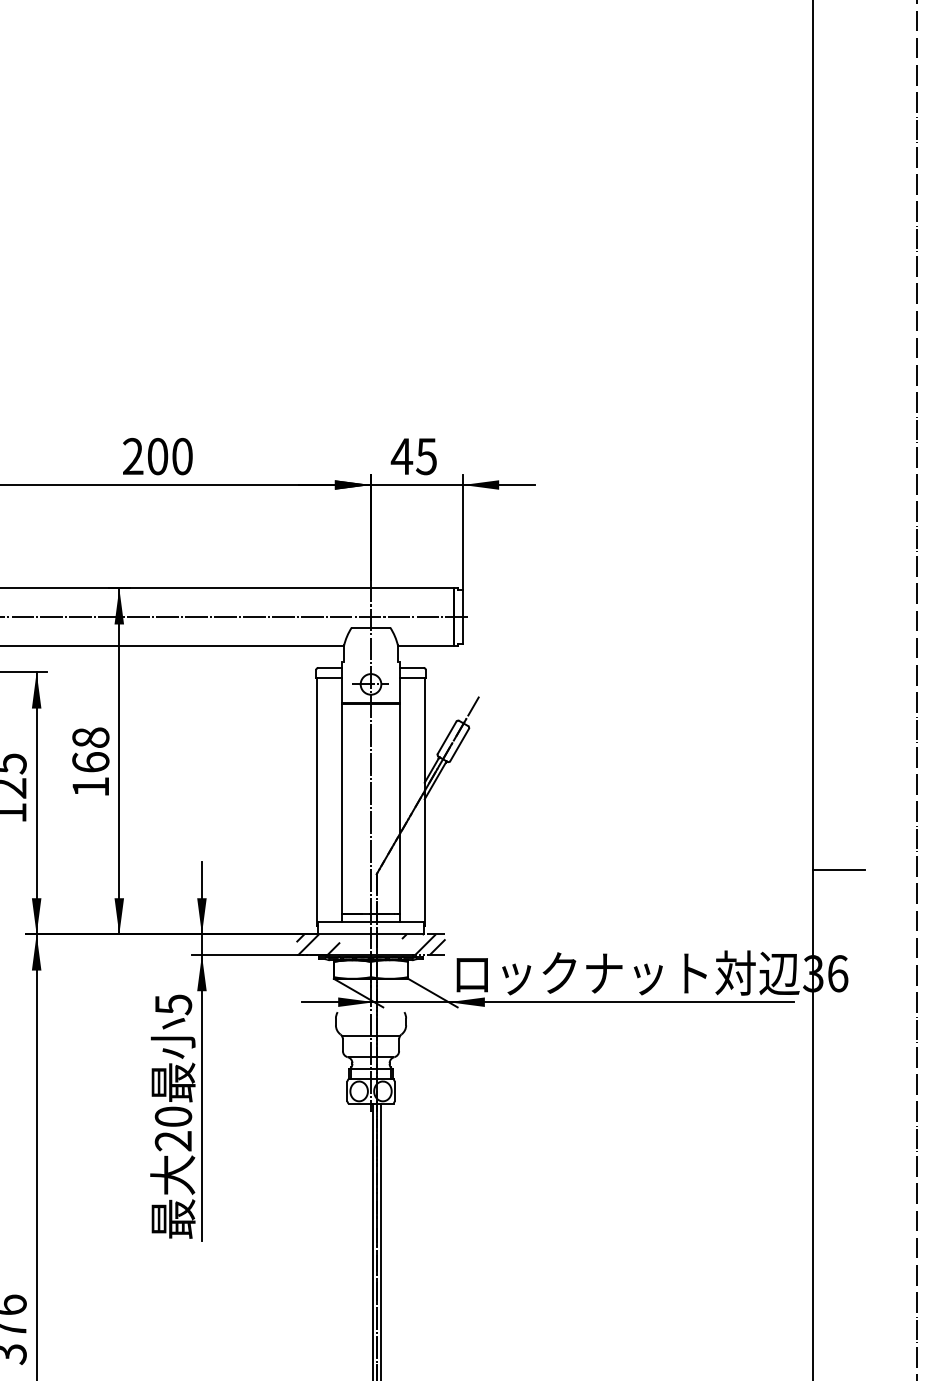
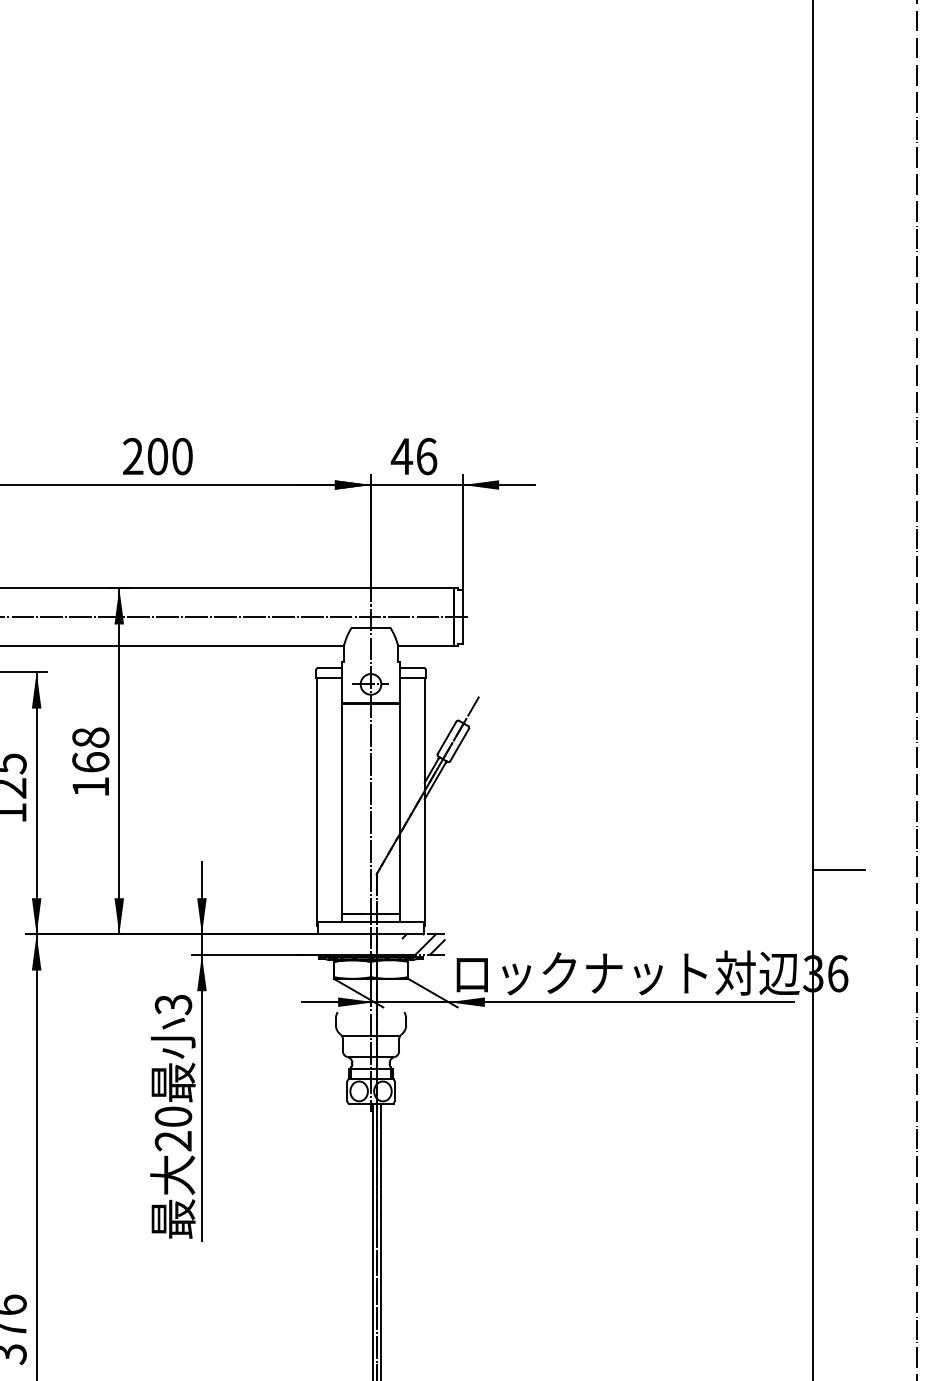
text at (426, 456): 45 -> 46
hatch at (318, 944): present -> none
text at (172, 1004): 5 -> 3
